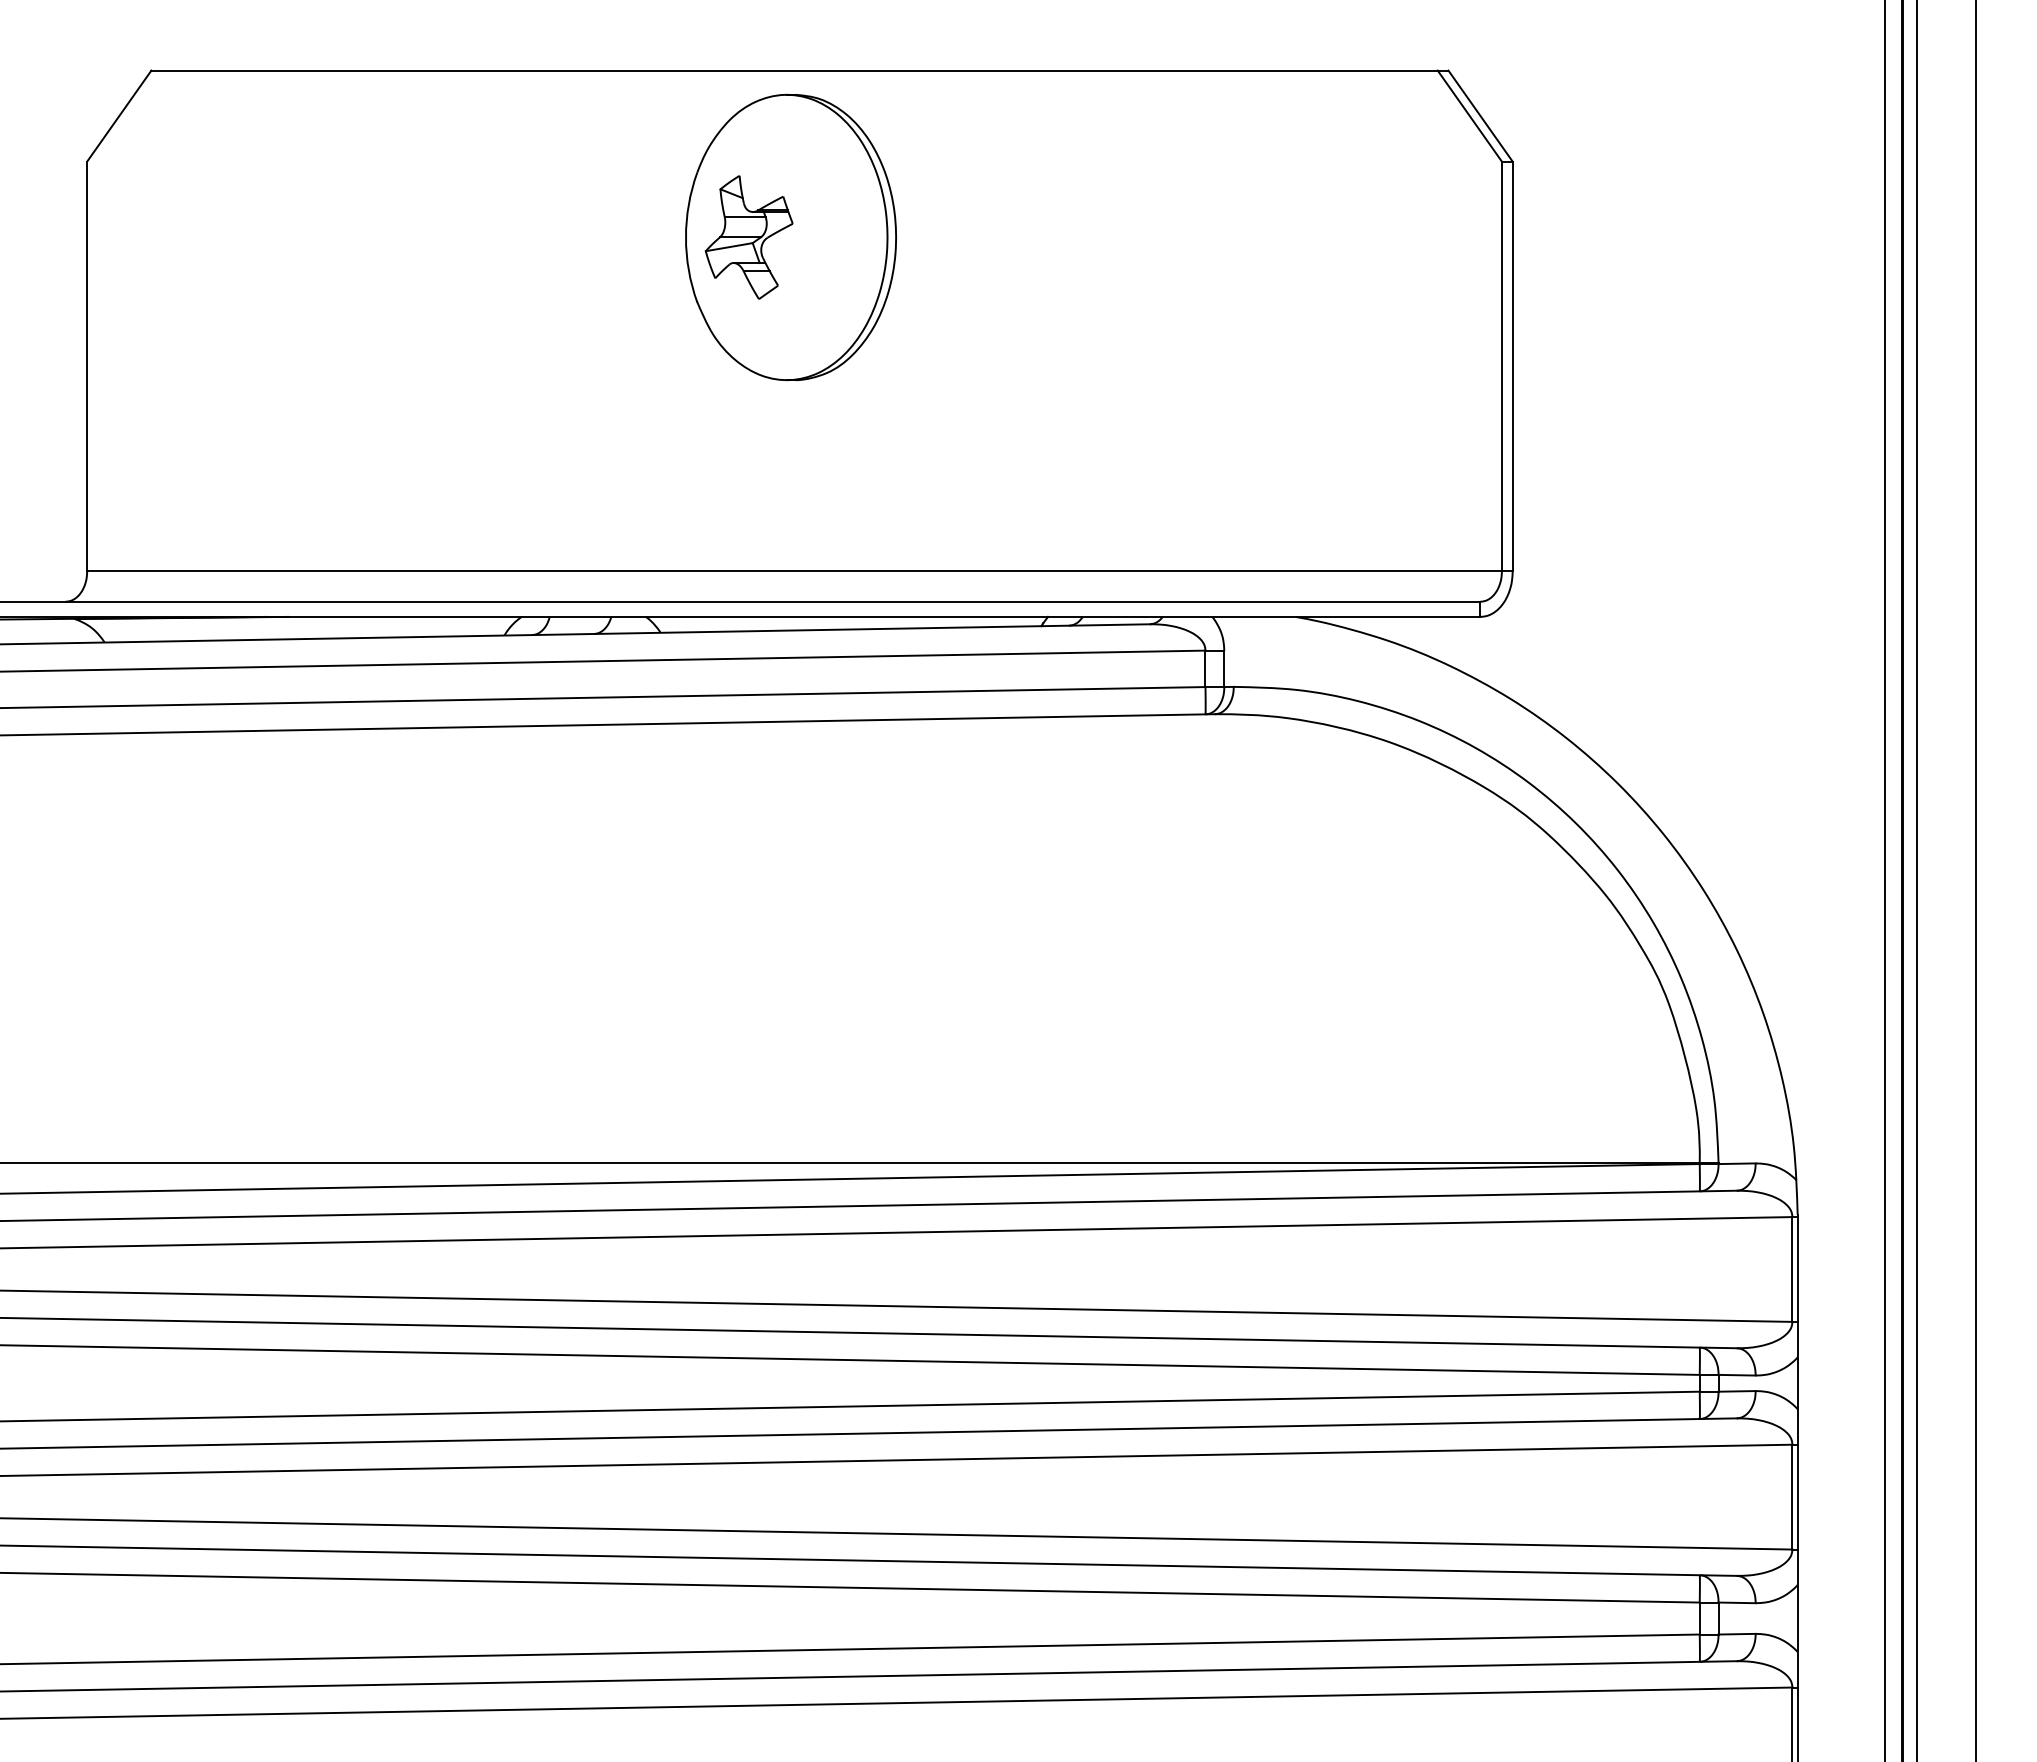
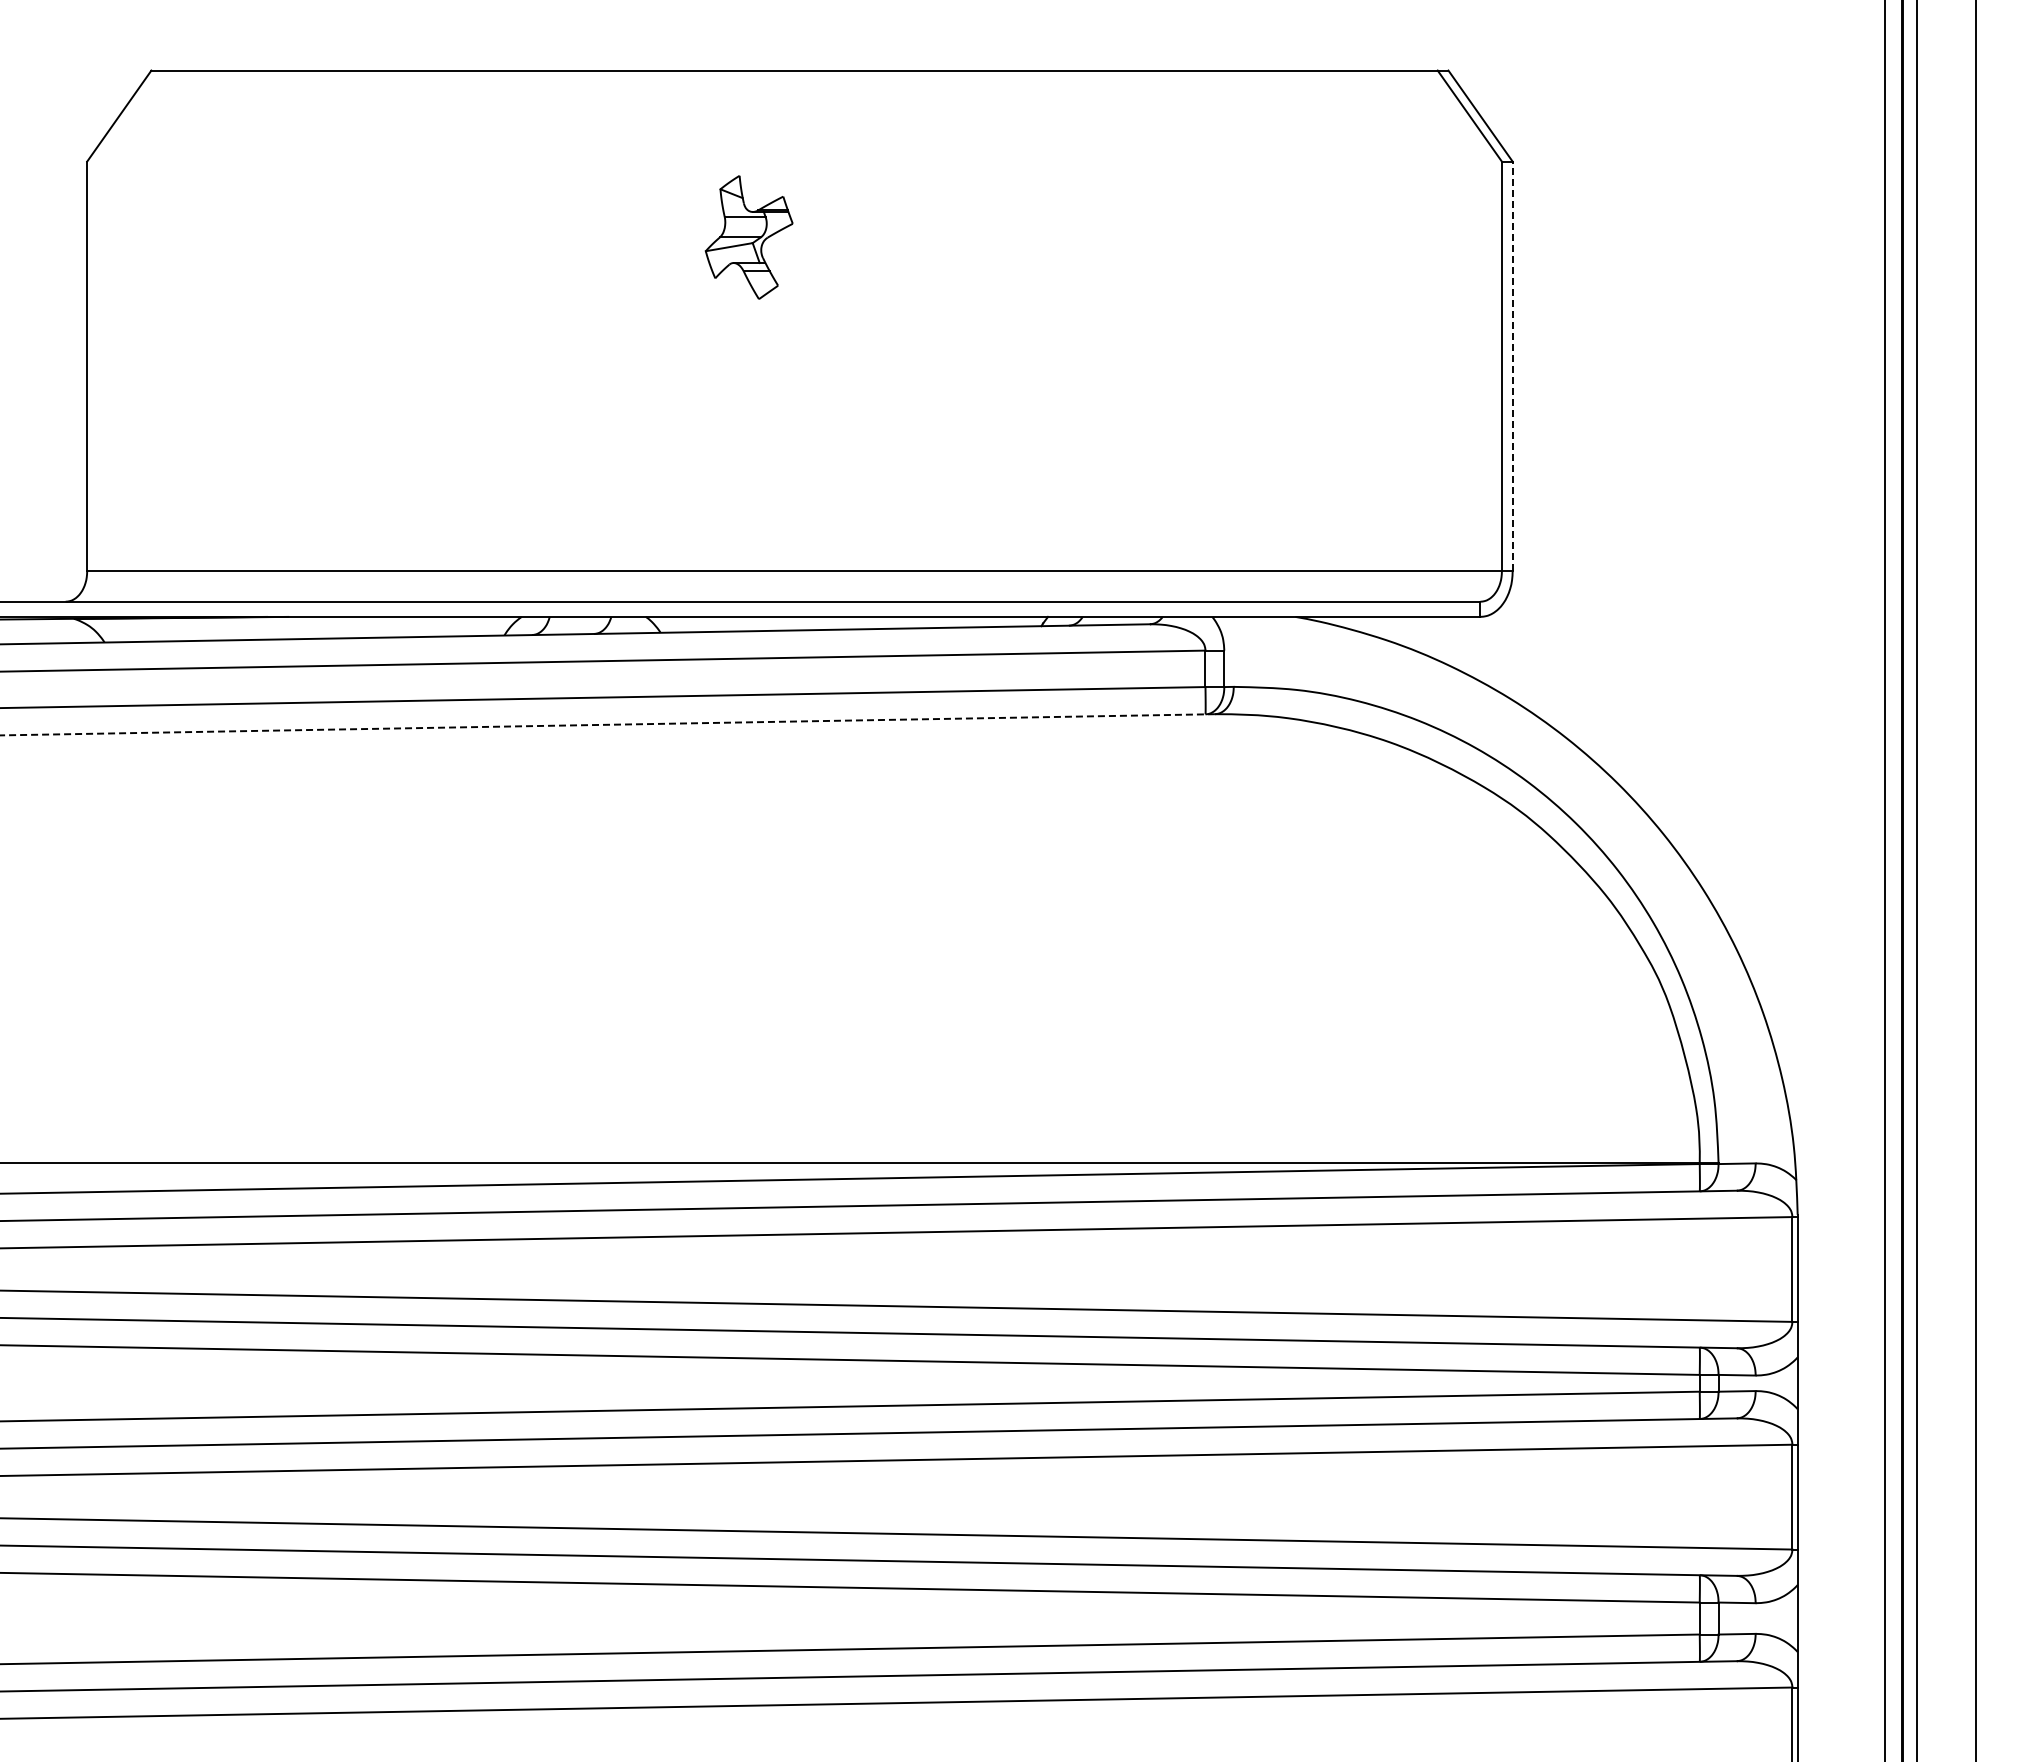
part at (790, 237): present -> none
line at (1512, 366): solid -> dashed
line at (607, 724): solid -> dashed
